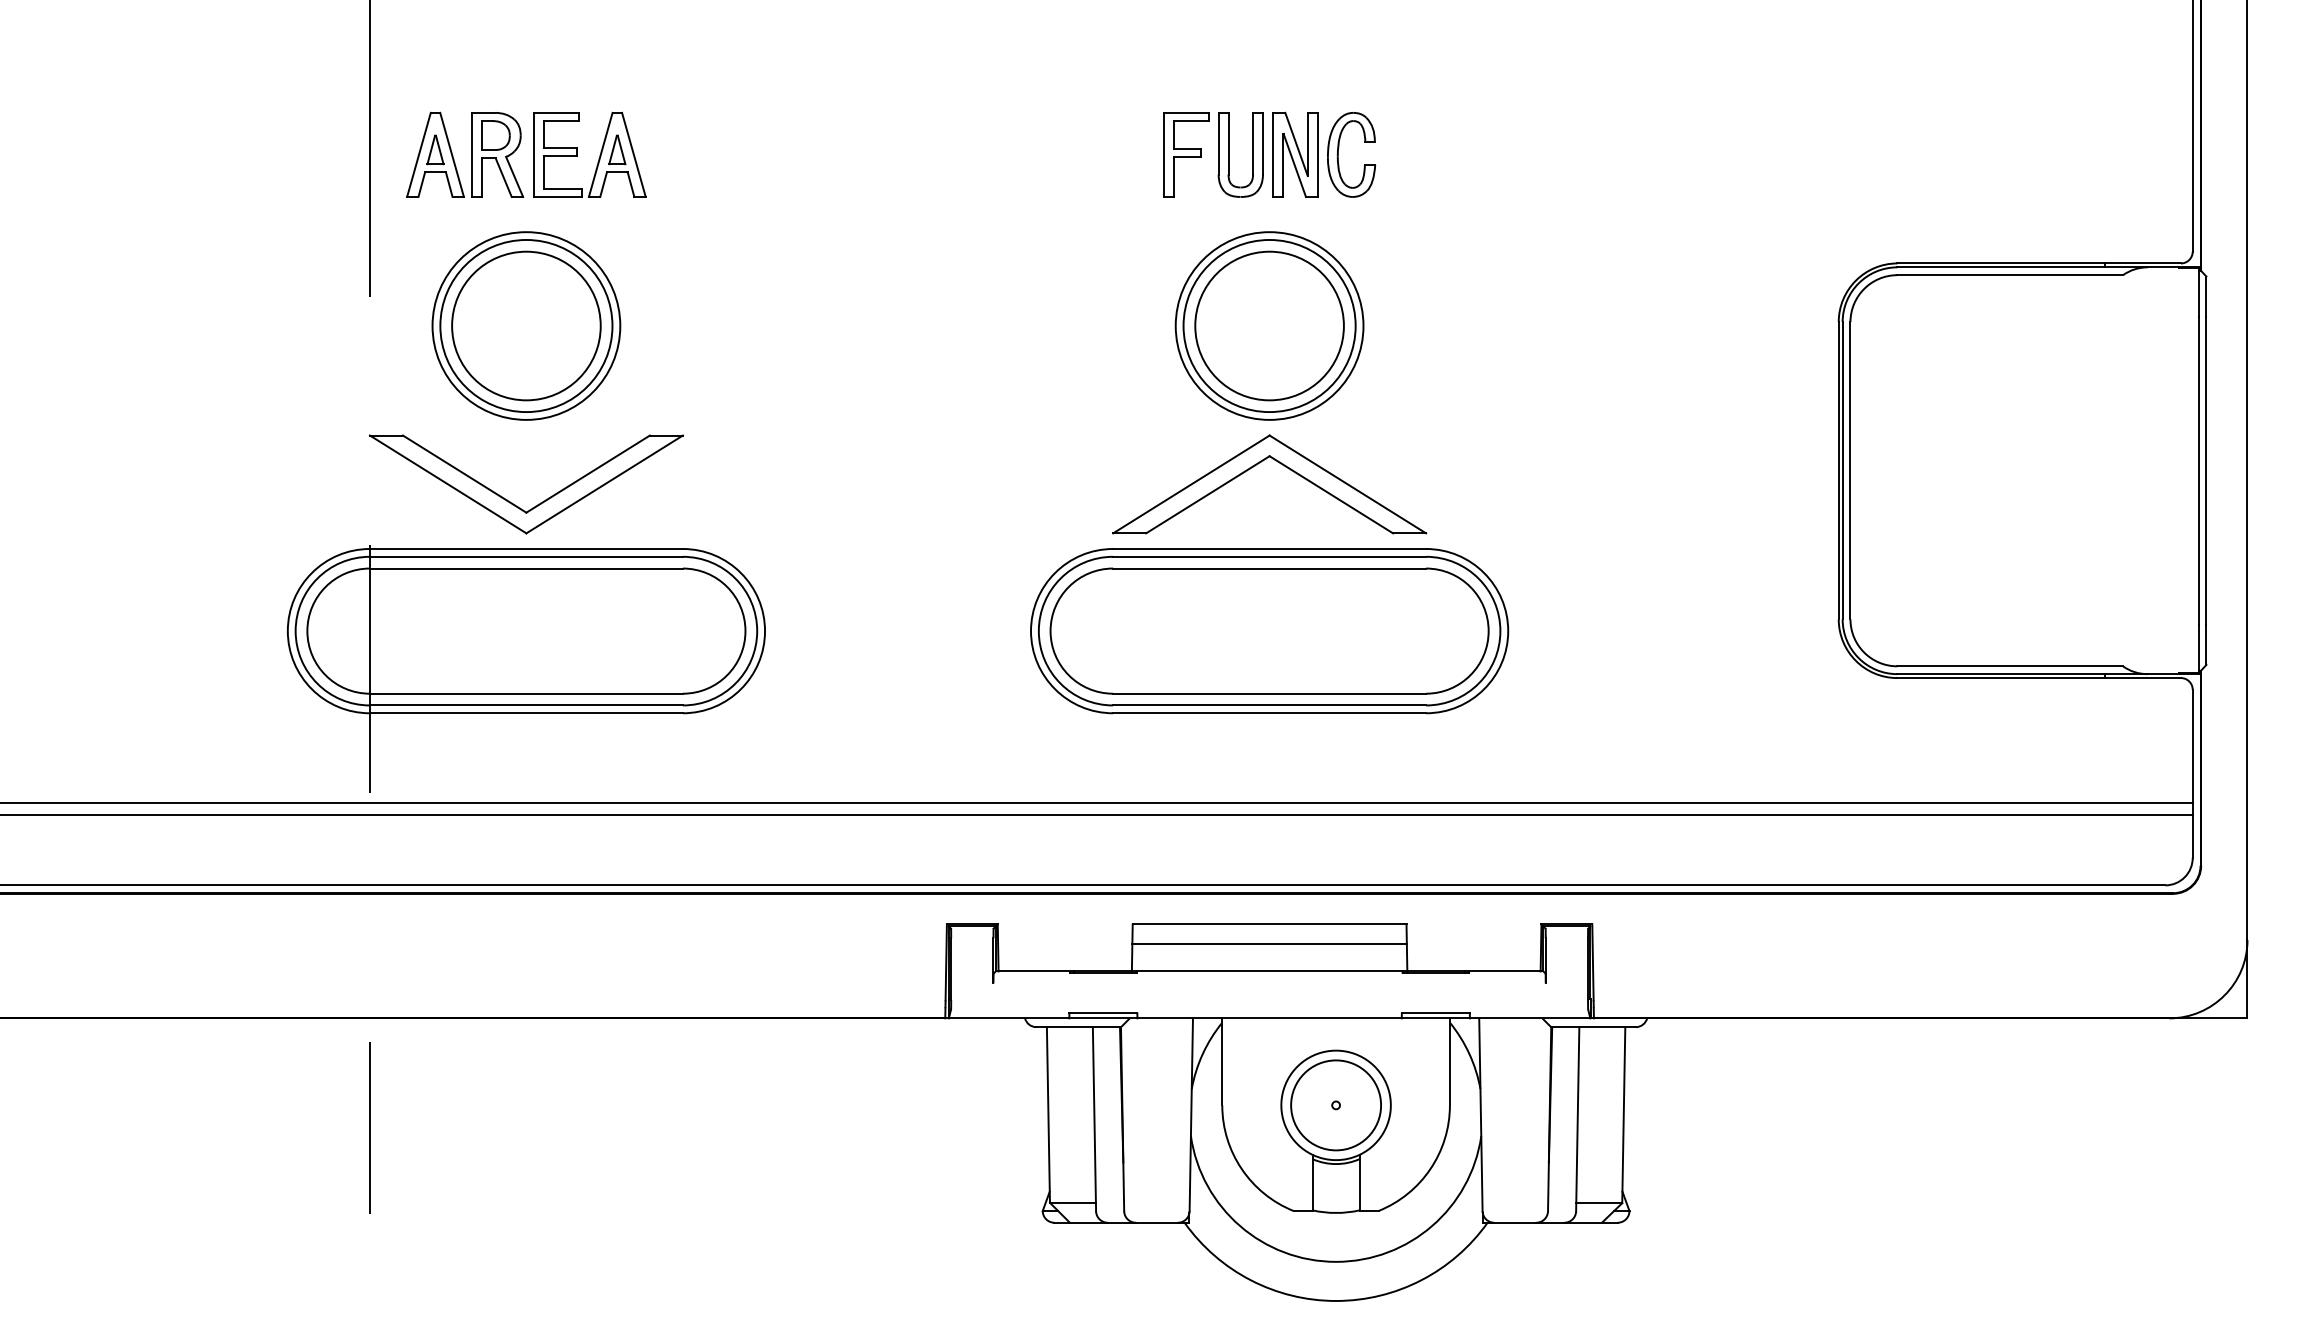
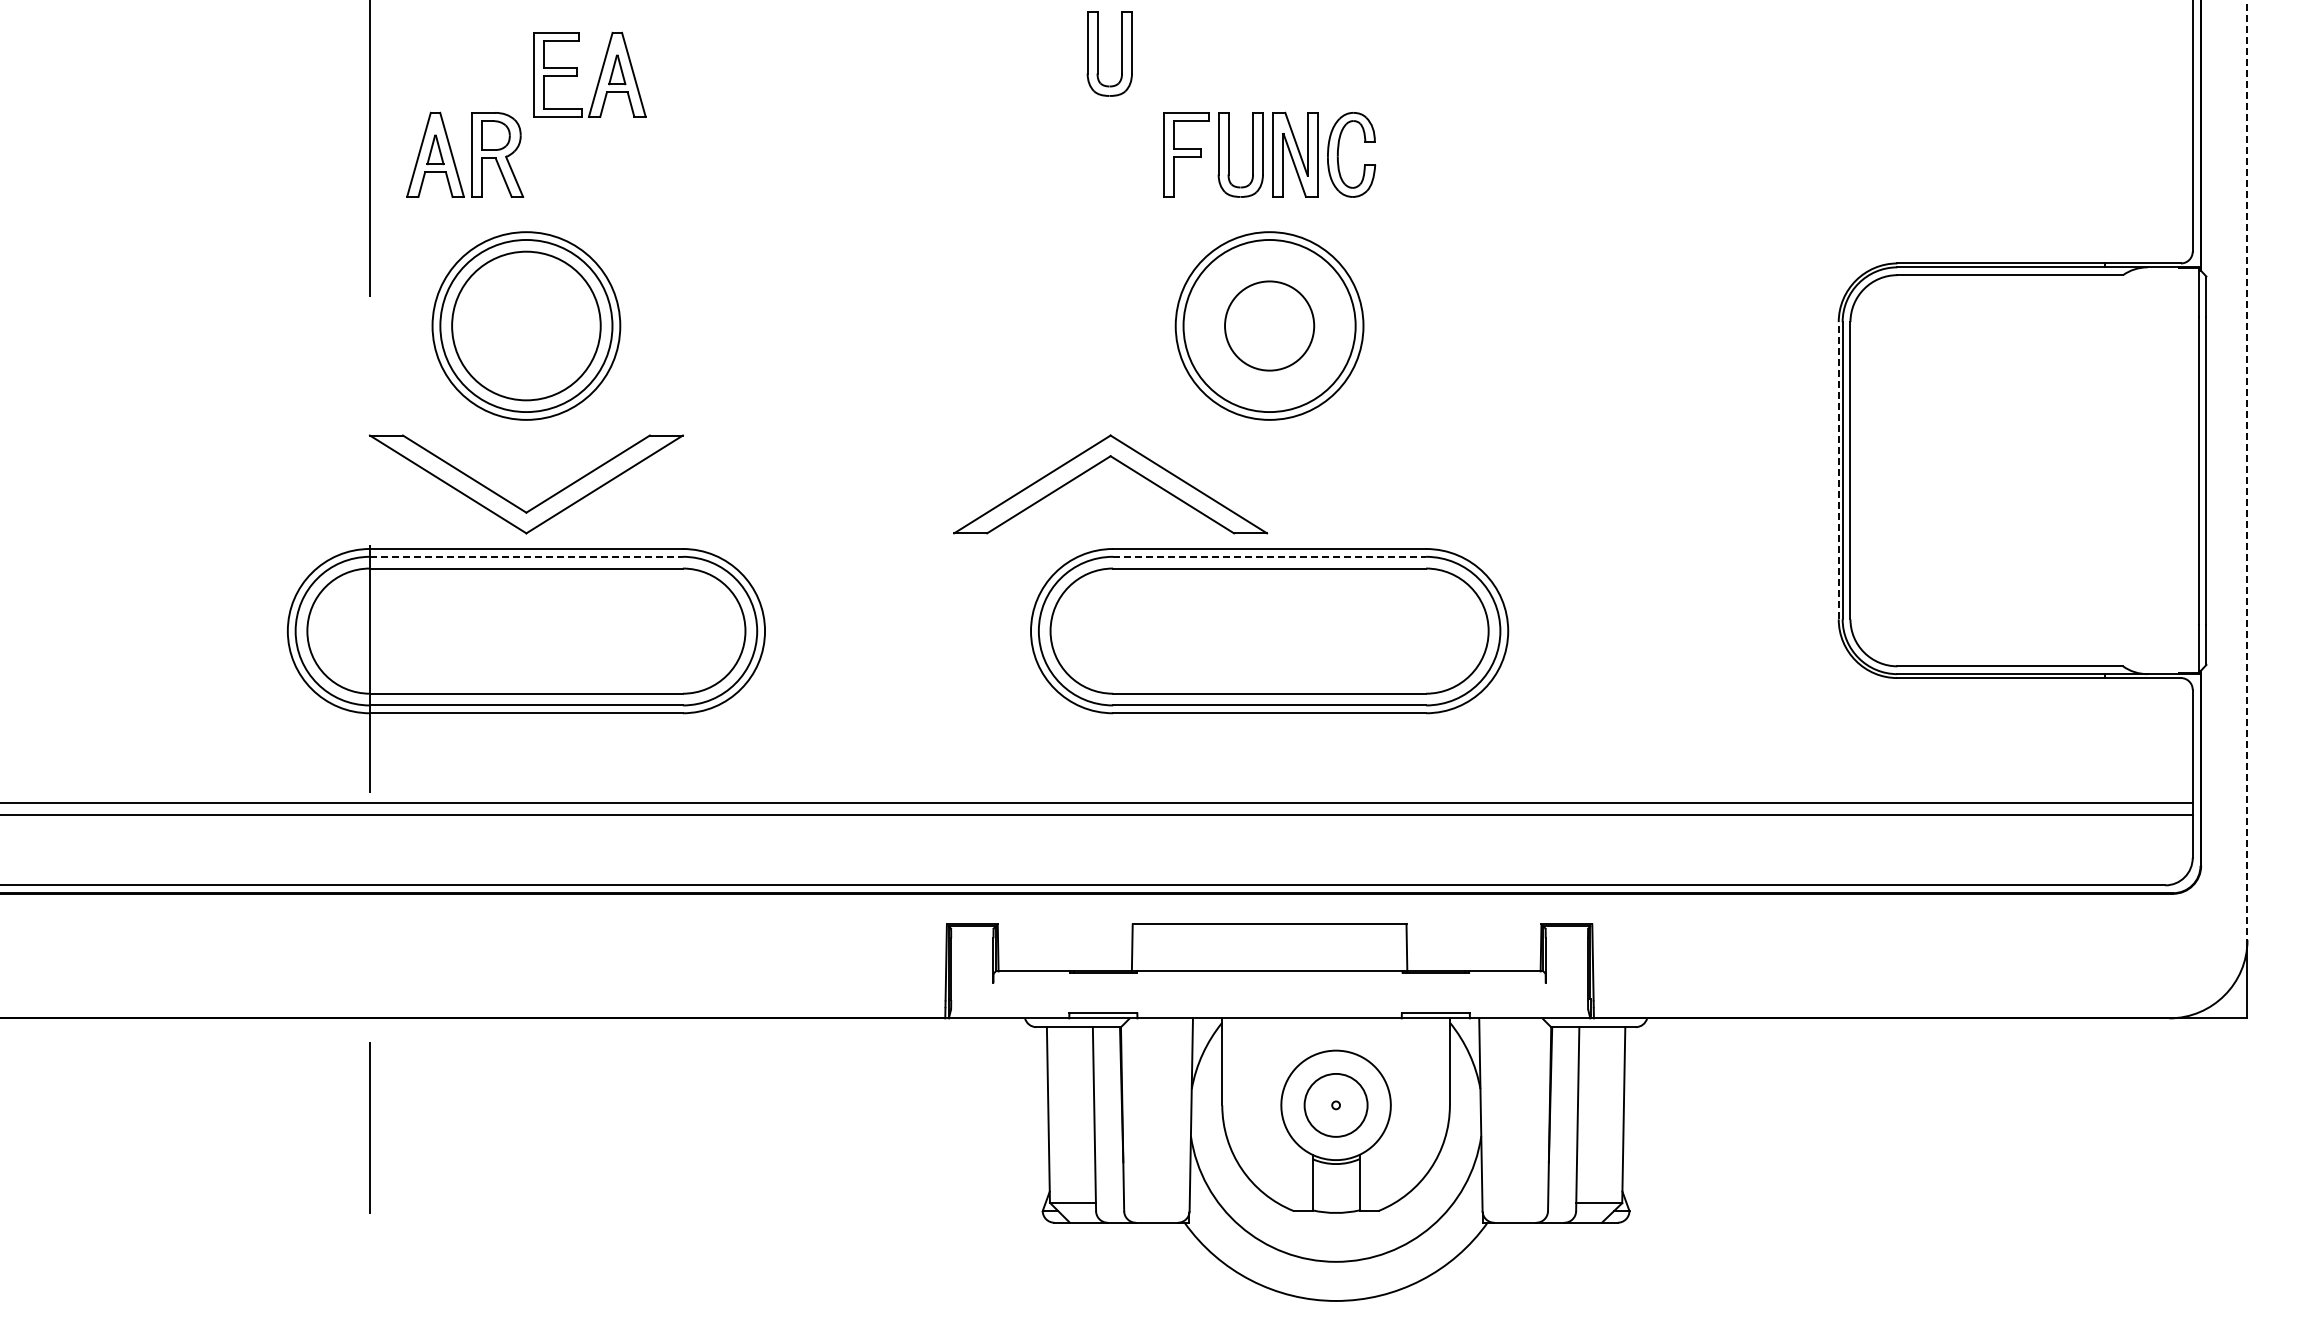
part at (1098, 53): none -> present
part at (598, 158) position: (598, 158) -> (598, 78)
circle at (1269, 325) diameter: 149 px -> 89 px
part at (1255, 466) position: (1255, 466) -> (1096, 466)
line at (1838, 470): solid -> dashed
line at (2247, 470): solid -> dashed
line at (526, 556): solid -> dashed
line at (1270, 556): solid -> dashed
line at (1269, 944): present -> none
circle at (1336, 1105) diameter: 90 px -> 63 px
